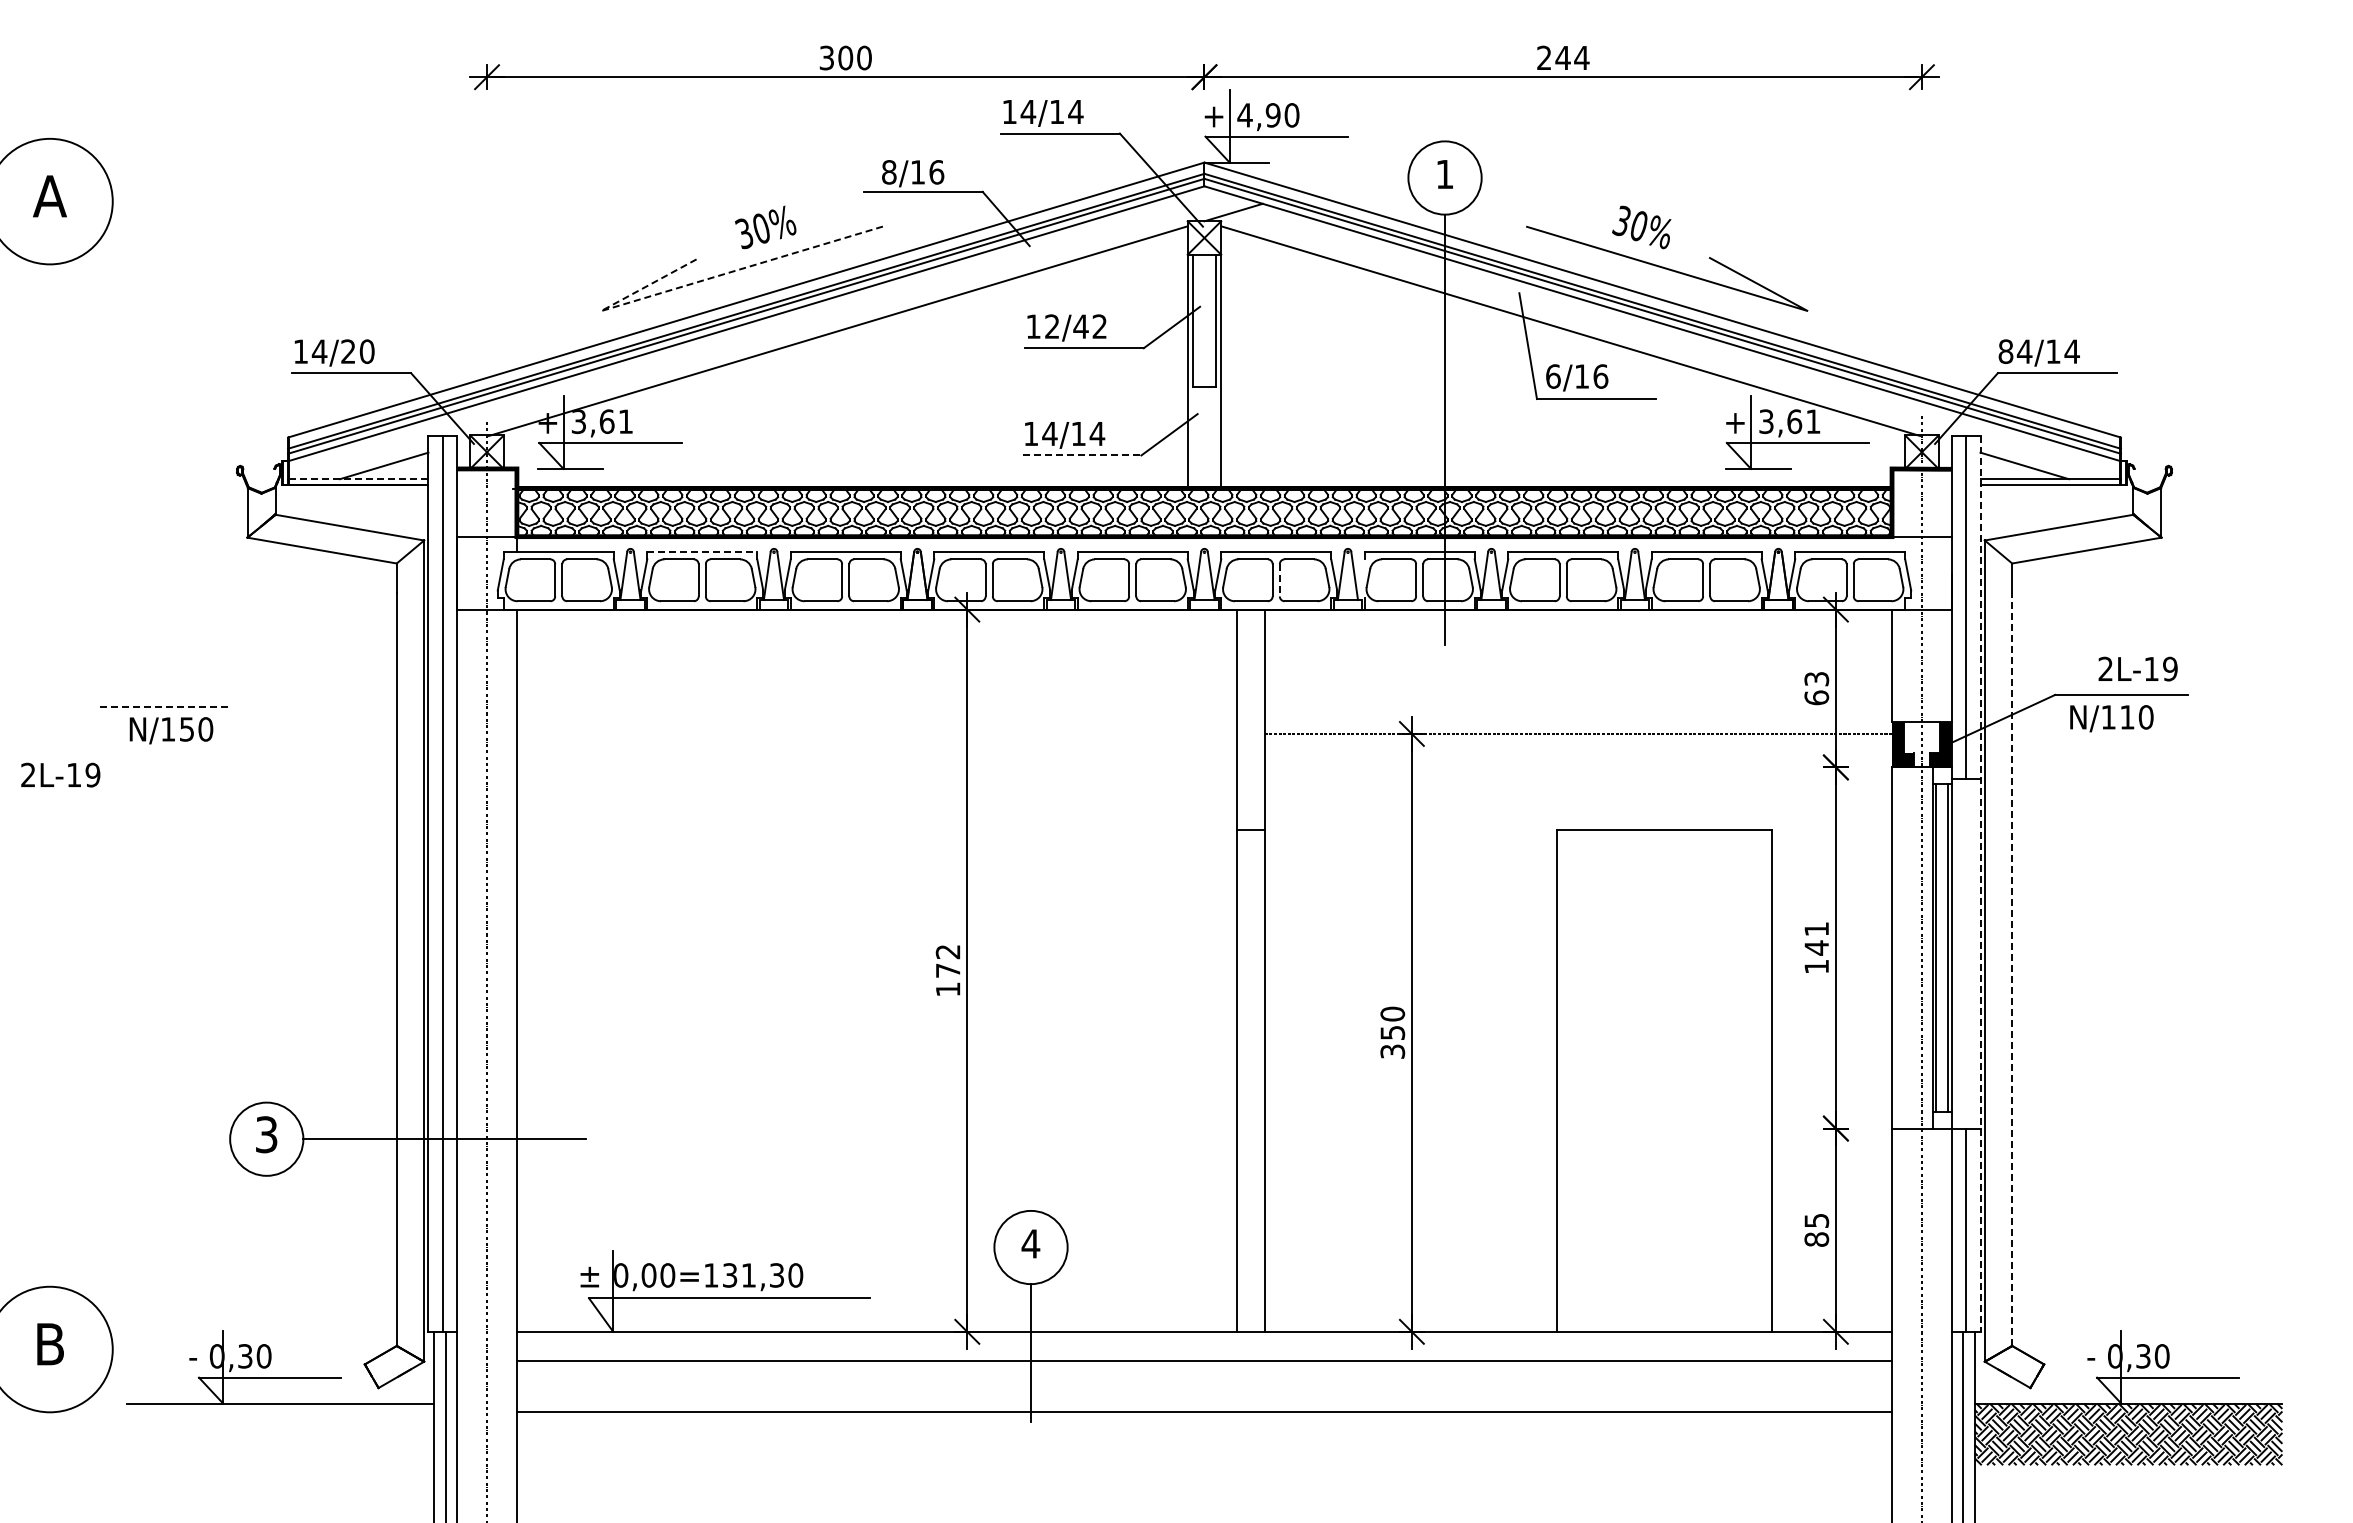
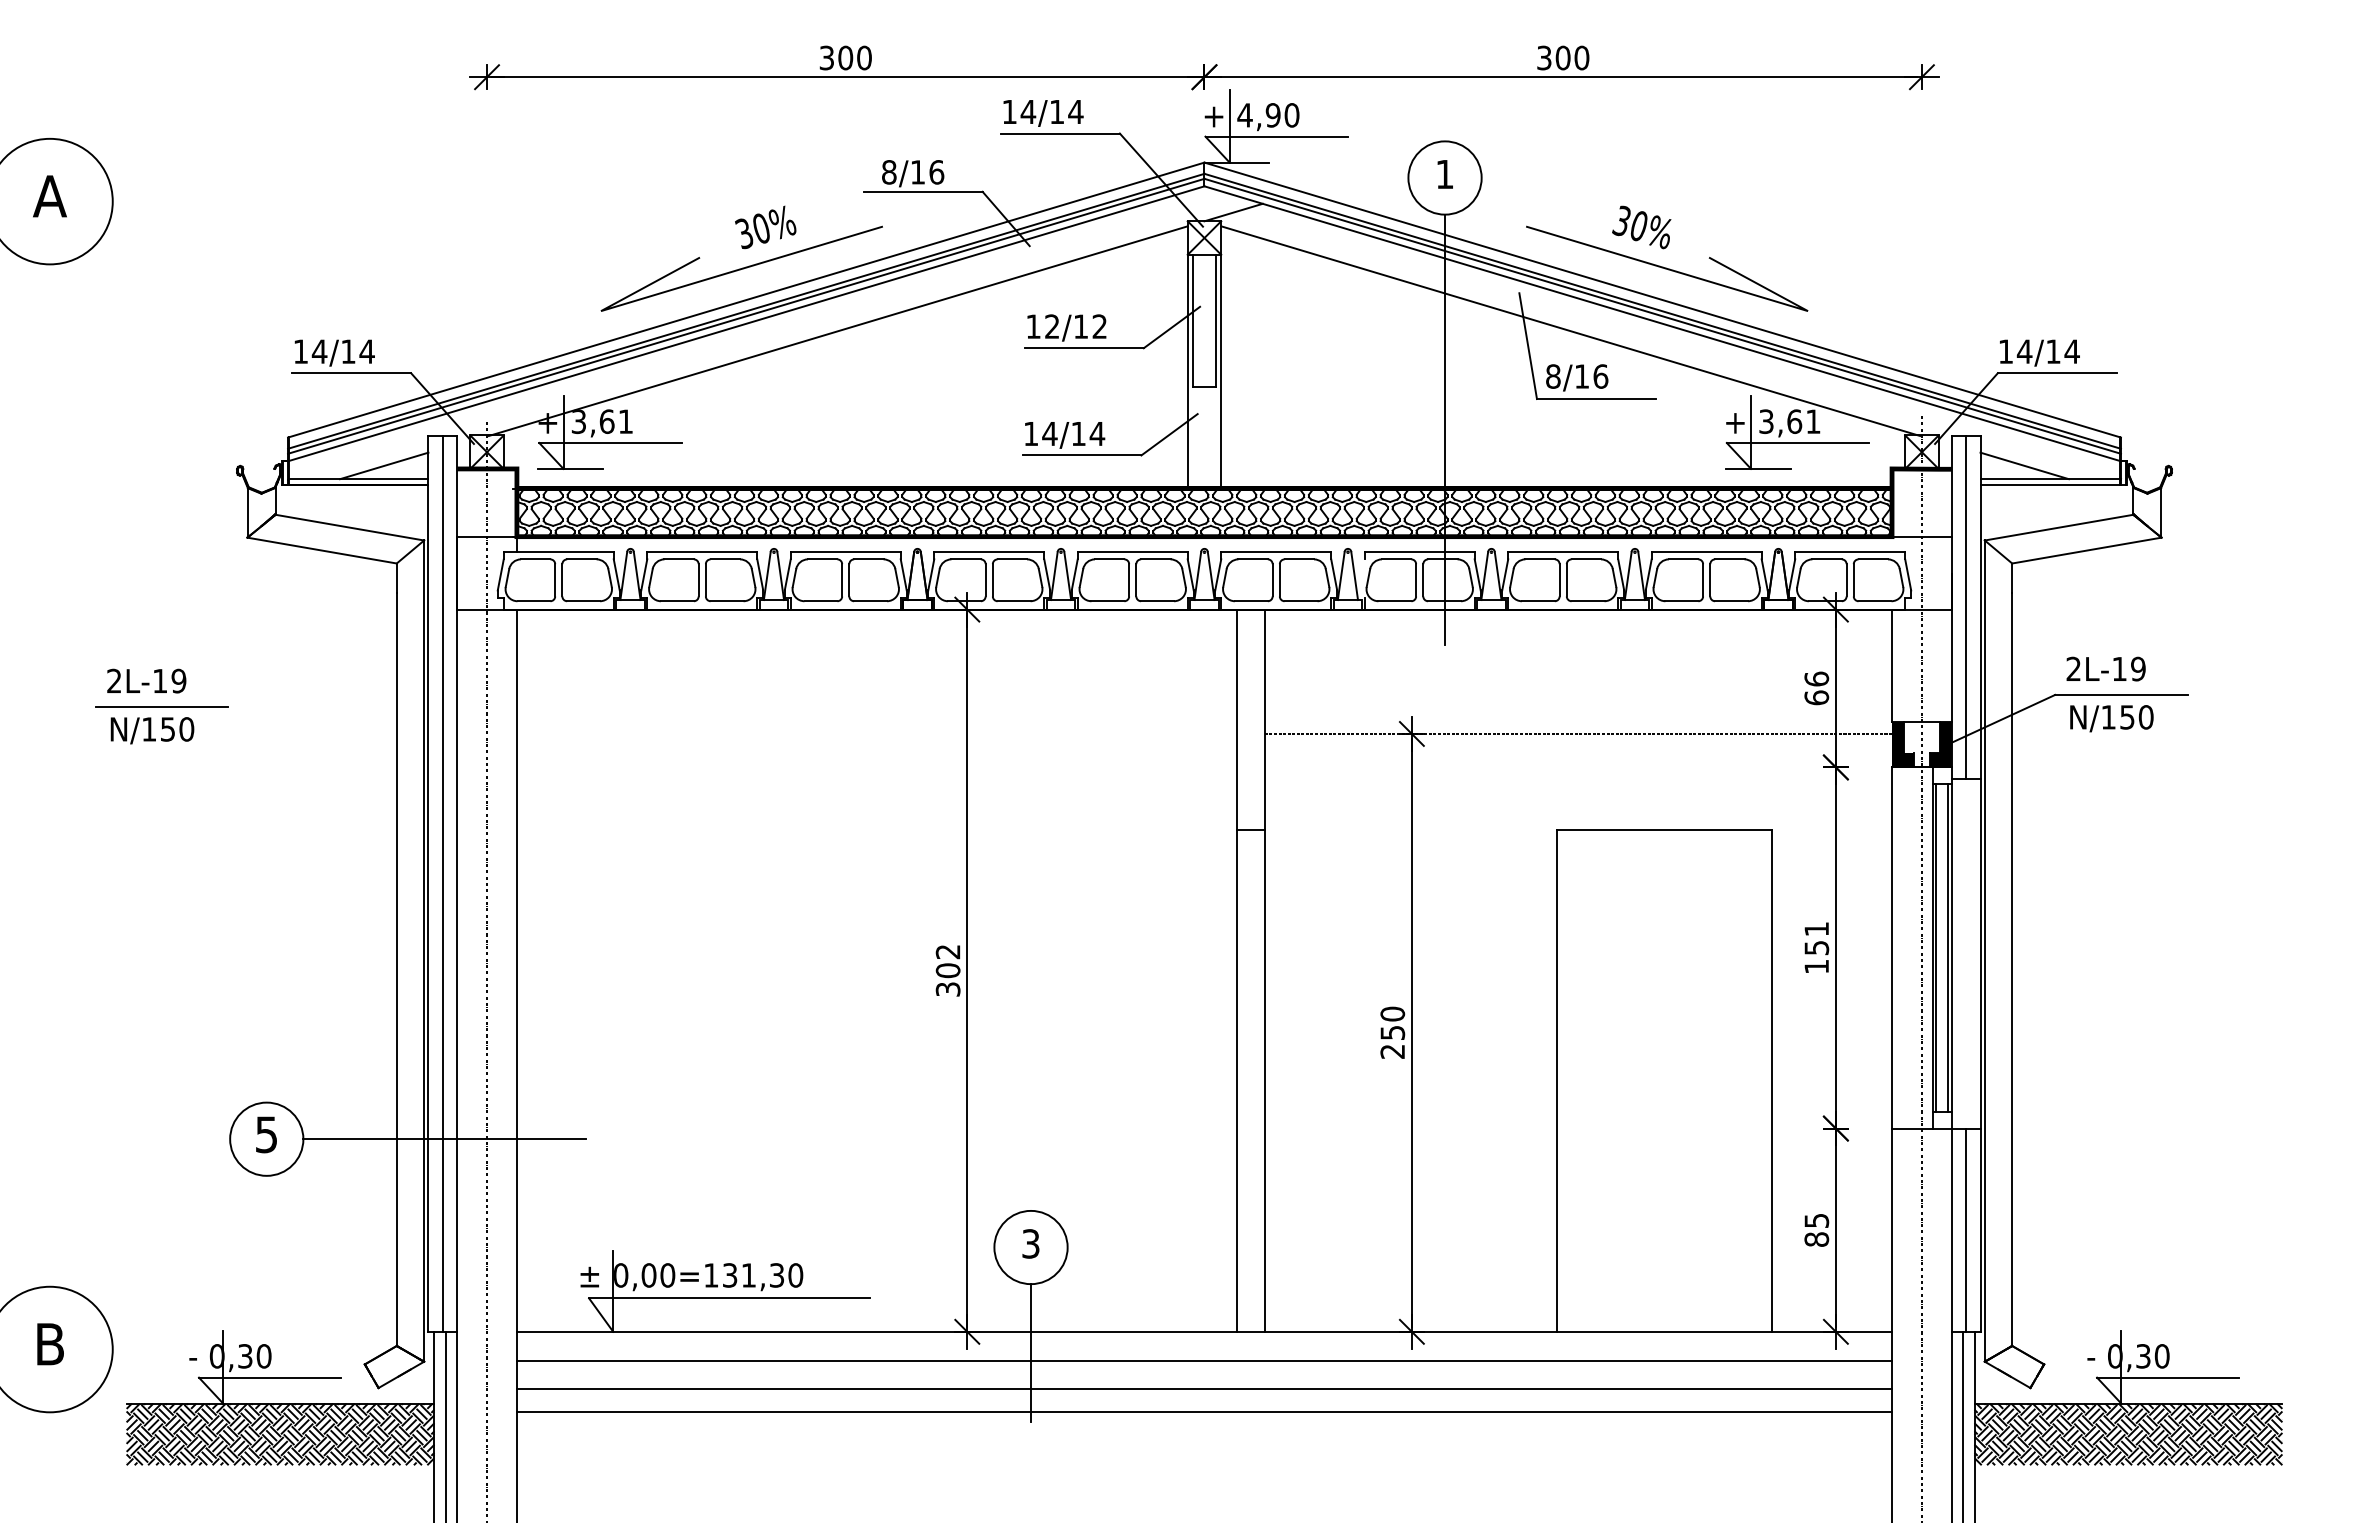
text at (1563, 57): 244 -> 300
line at (687, 285): dashed -> solid
text at (1080, 326): 12/42 -> 12/12
text at (357, 351): 14/20 -> 14/14
text at (2005, 351): 84/14 -> 14/14
text at (1553, 376): 6/16 -> 8/16
line at (1082, 455): dashed -> solid
line at (358, 479): dashed -> solid
line at (702, 552): dashed -> solid
line at (1279, 580): dashed -> solid
text at (2137, 668) position: (2137, 668) -> (2105, 668)
text at (1816, 678): 63 -> 66
line at (161, 706): dashed -> solid
text at (2127, 717): N/110 -> N/150
text at (171, 730) position: (171, 730) -> (152, 730)
text at (60, 774) position: (60, 774) -> (146, 680)
line at (1980, 884): dashed -> solid
text at (1816, 947): 141 -> 151
line at (2012, 969): dashed -> solid
text at (947, 979): 172 -> 302
text at (1392, 1051): 350 -> 250
text at (266, 1134): 3 -> 5
text at (1030, 1243): 4 -> 3
line at (1204, 1389): none -> present
hatch at (280, 1434): none -> present
